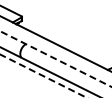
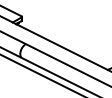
line at (55, 59): dashed -> solid
line at (43, 76): dashed -> solid
